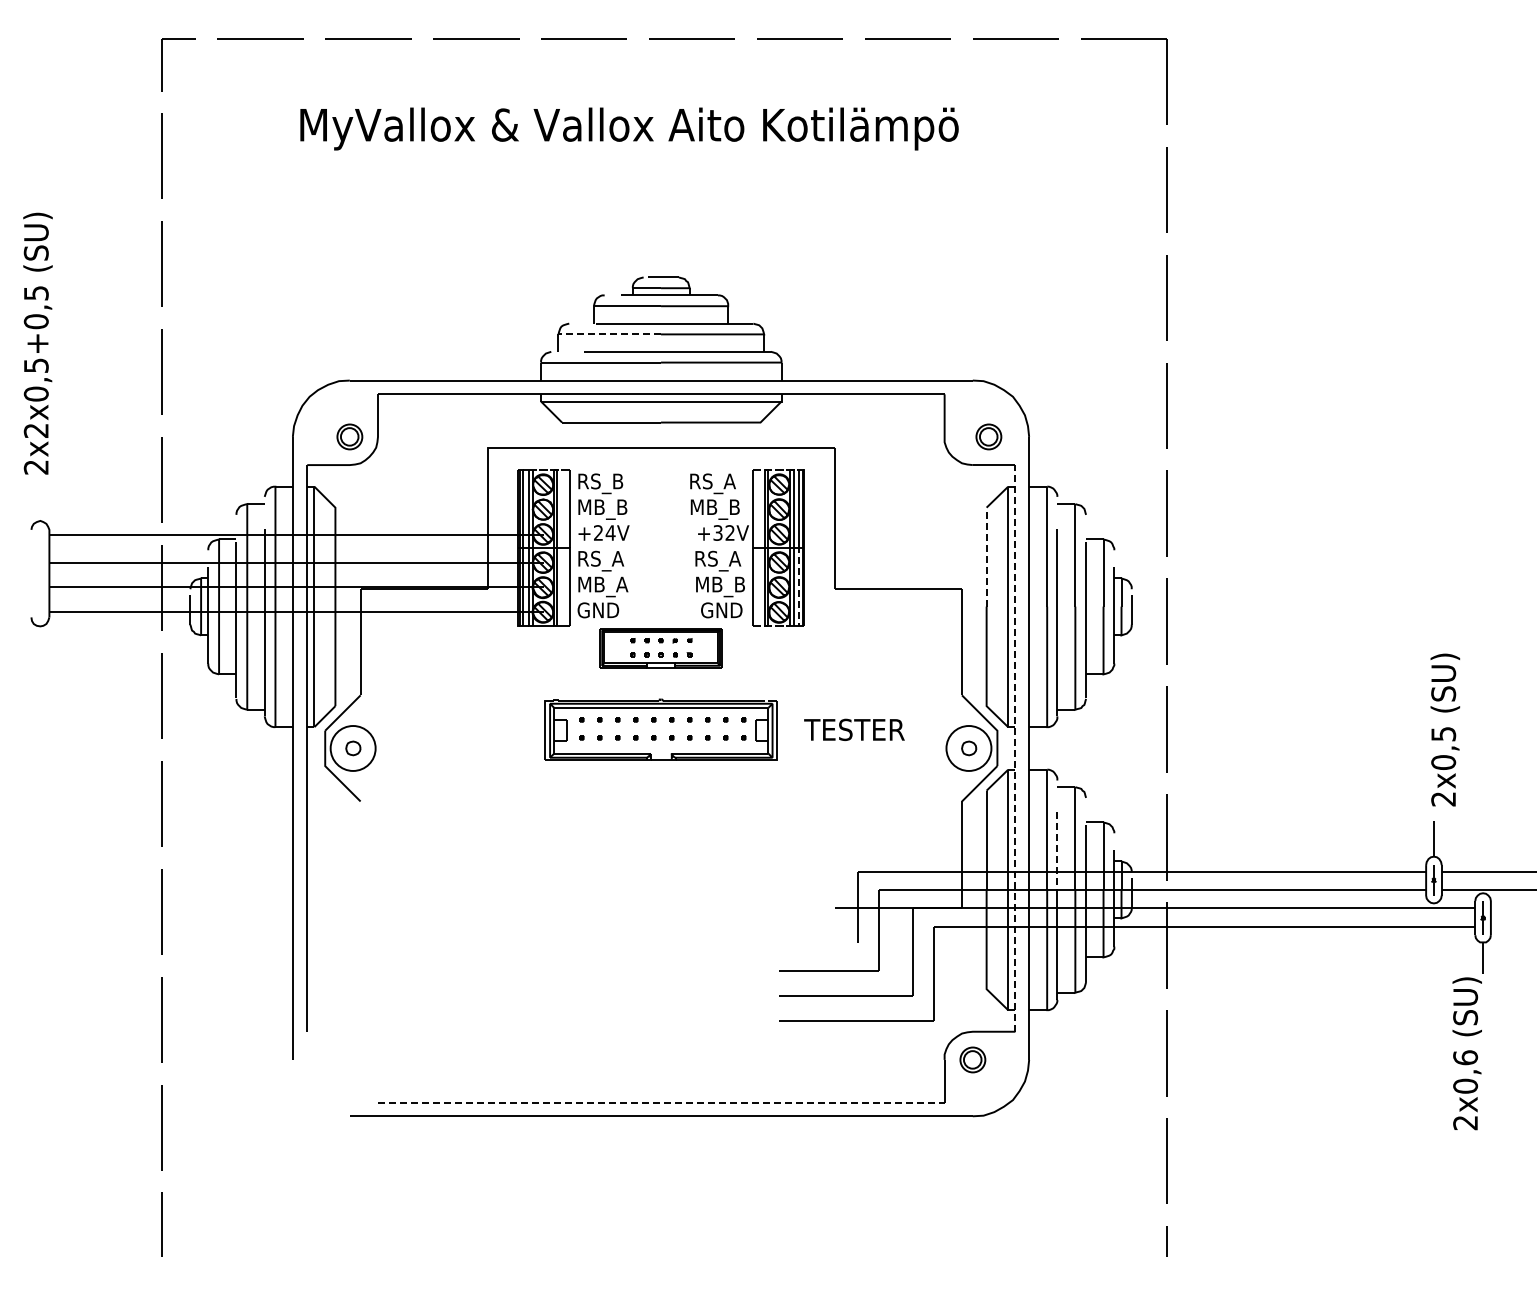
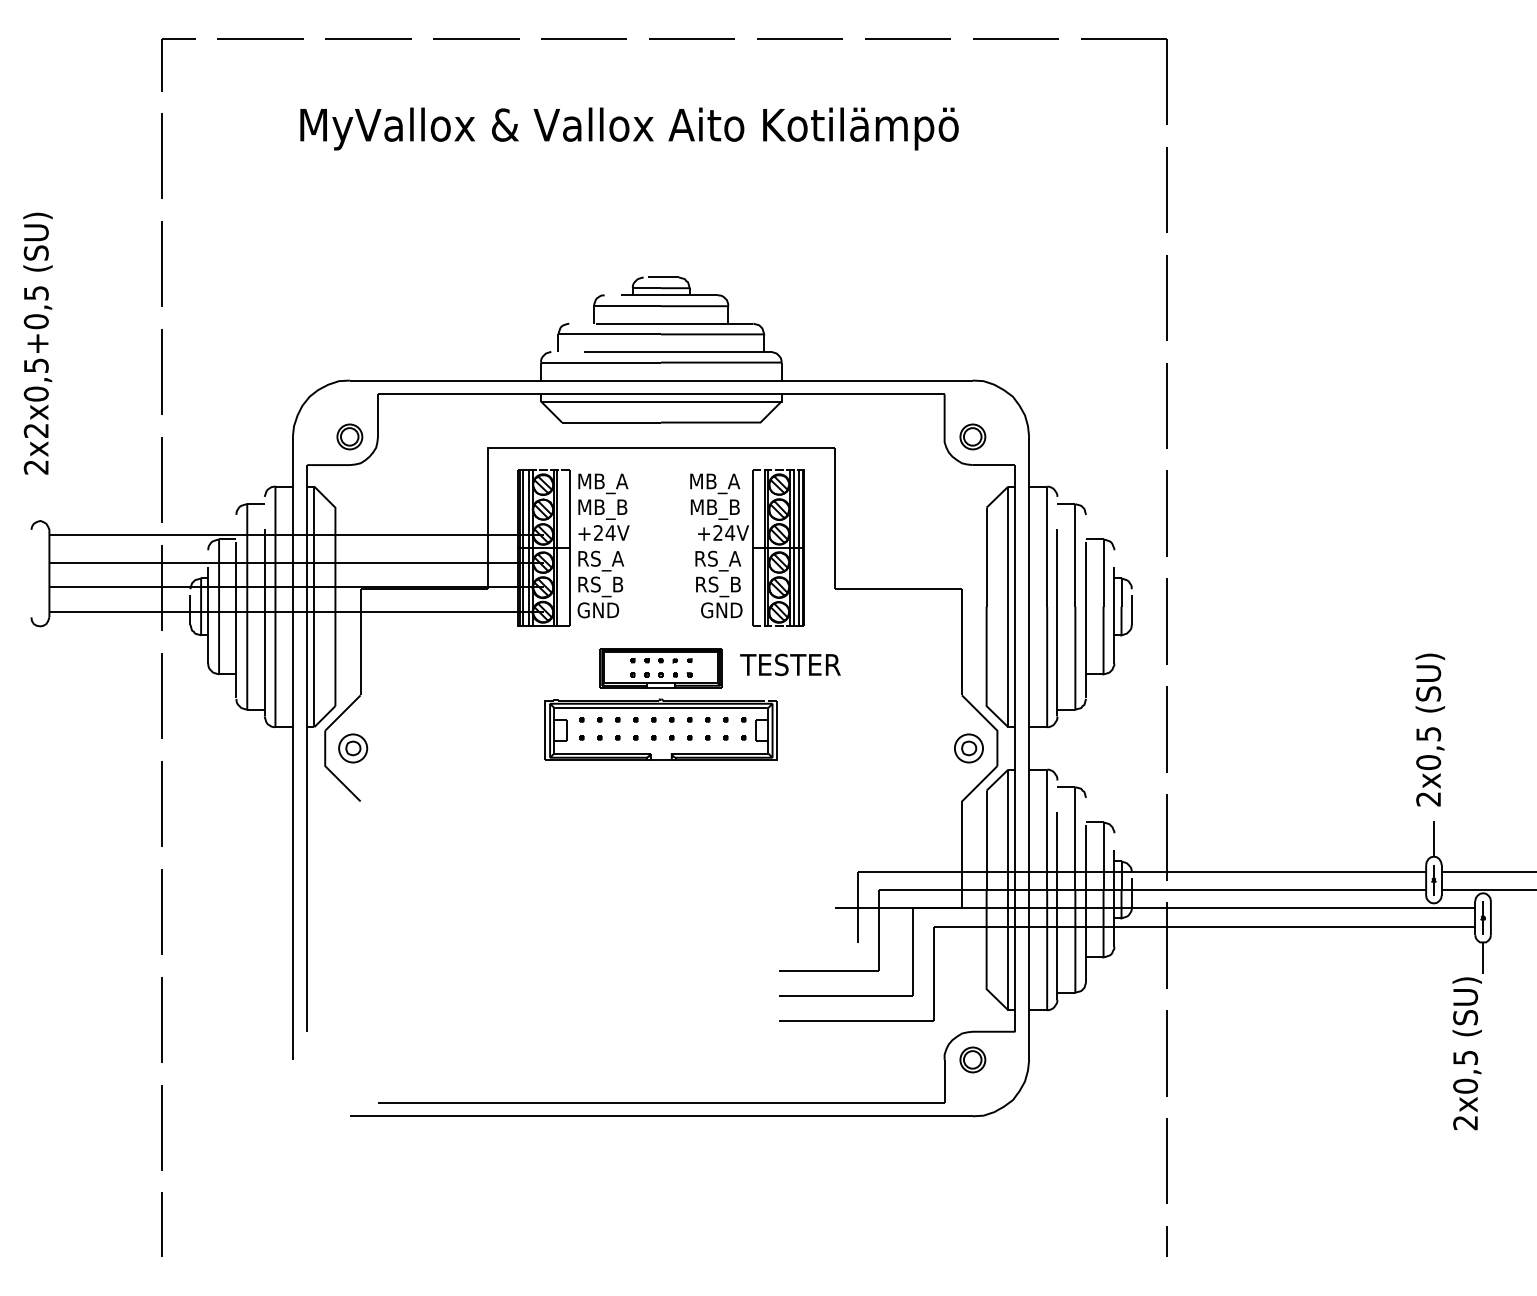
line at (609, 334): dashed -> solid
part at (988, 436) position: (988, 436) -> (972, 436)
text at (604, 483): RS_B -> MB_A
text at (716, 483): RS_A -> MB_A
text at (724, 532): +32V -> +24V
line at (986, 556): dashed -> solid
text at (604, 586): MB_A -> RS_B
text at (721, 586): MB_B -> RS_B
line at (798, 589): dashed -> solid
part at (660, 648) position: (660, 648) -> (660, 668)
text at (854, 729) position: (854, 729) -> (790, 664)
text at (1445, 729) position: (1445, 729) -> (1430, 729)
line at (1015, 747): dashed -> solid
circle at (352, 748) diameter: 45 px -> 28 px
circle at (968, 748) diameter: 45 px -> 28 px
line at (1057, 851): dashed -> solid
text at (1465, 1057): 2x0,6 -> 2x0,5
line at (661, 1102): dashed -> solid
